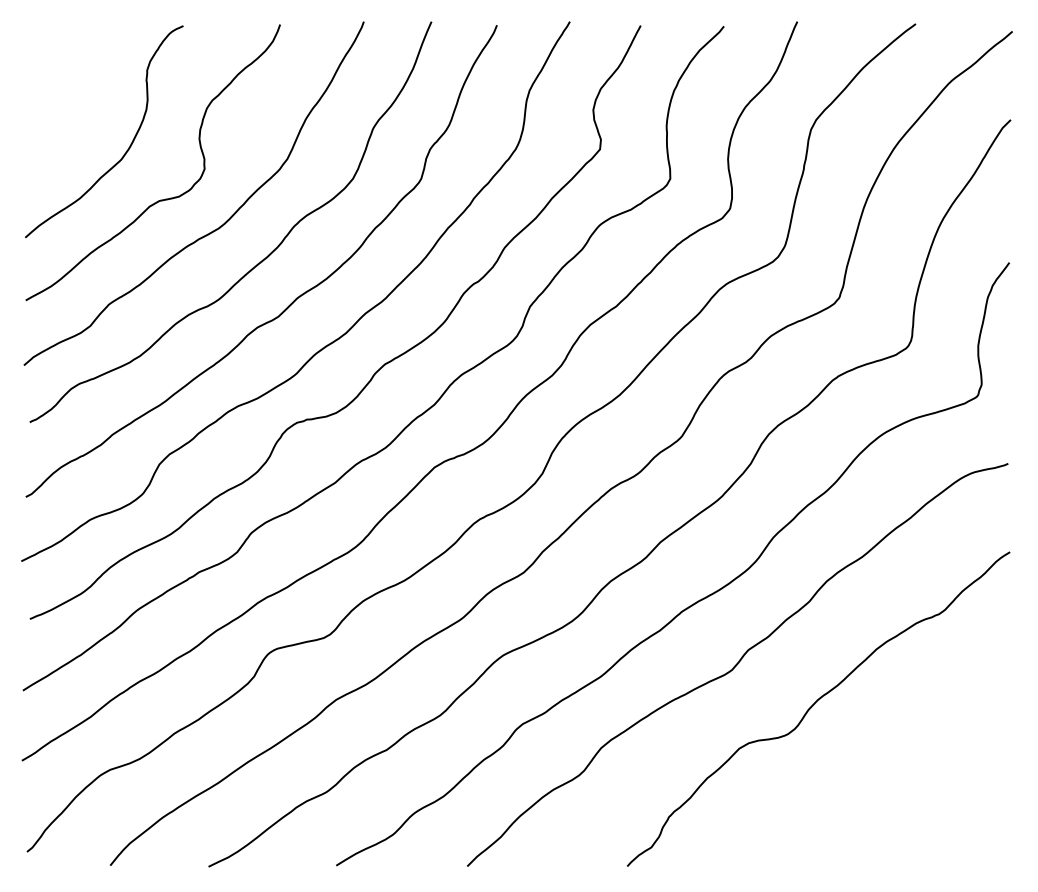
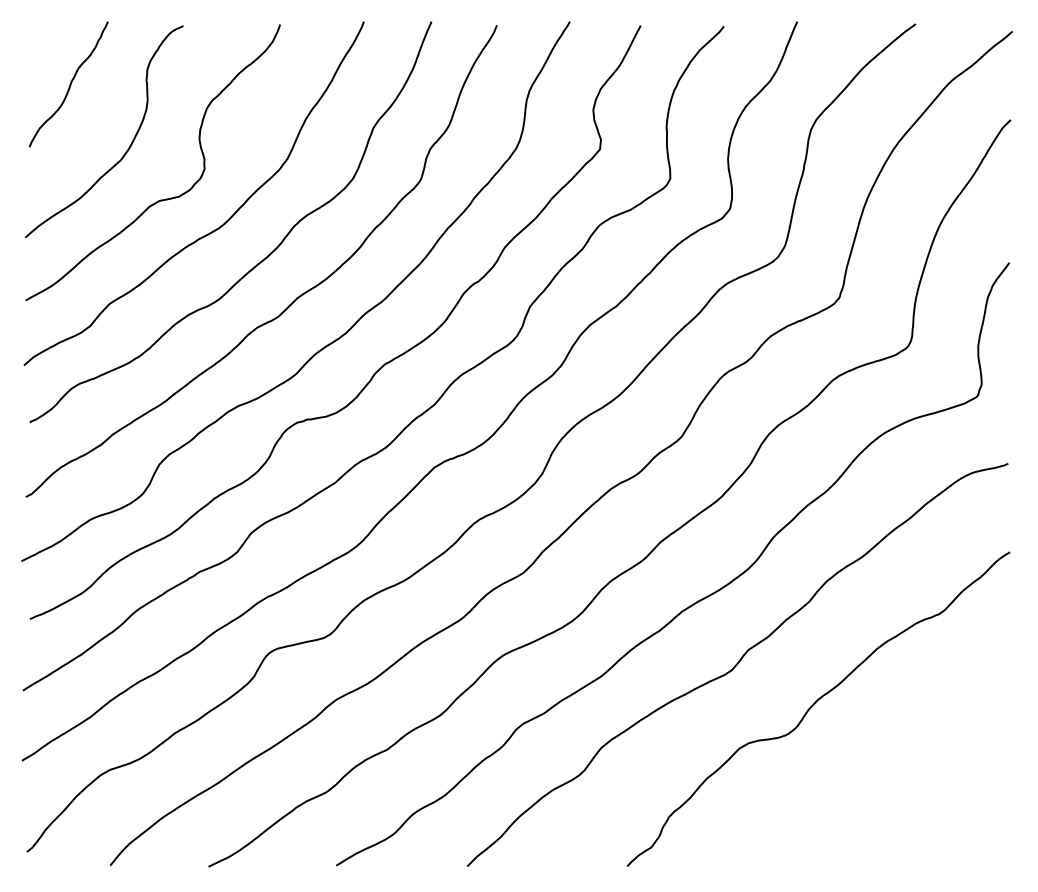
curve at (69, 84): none -> present
